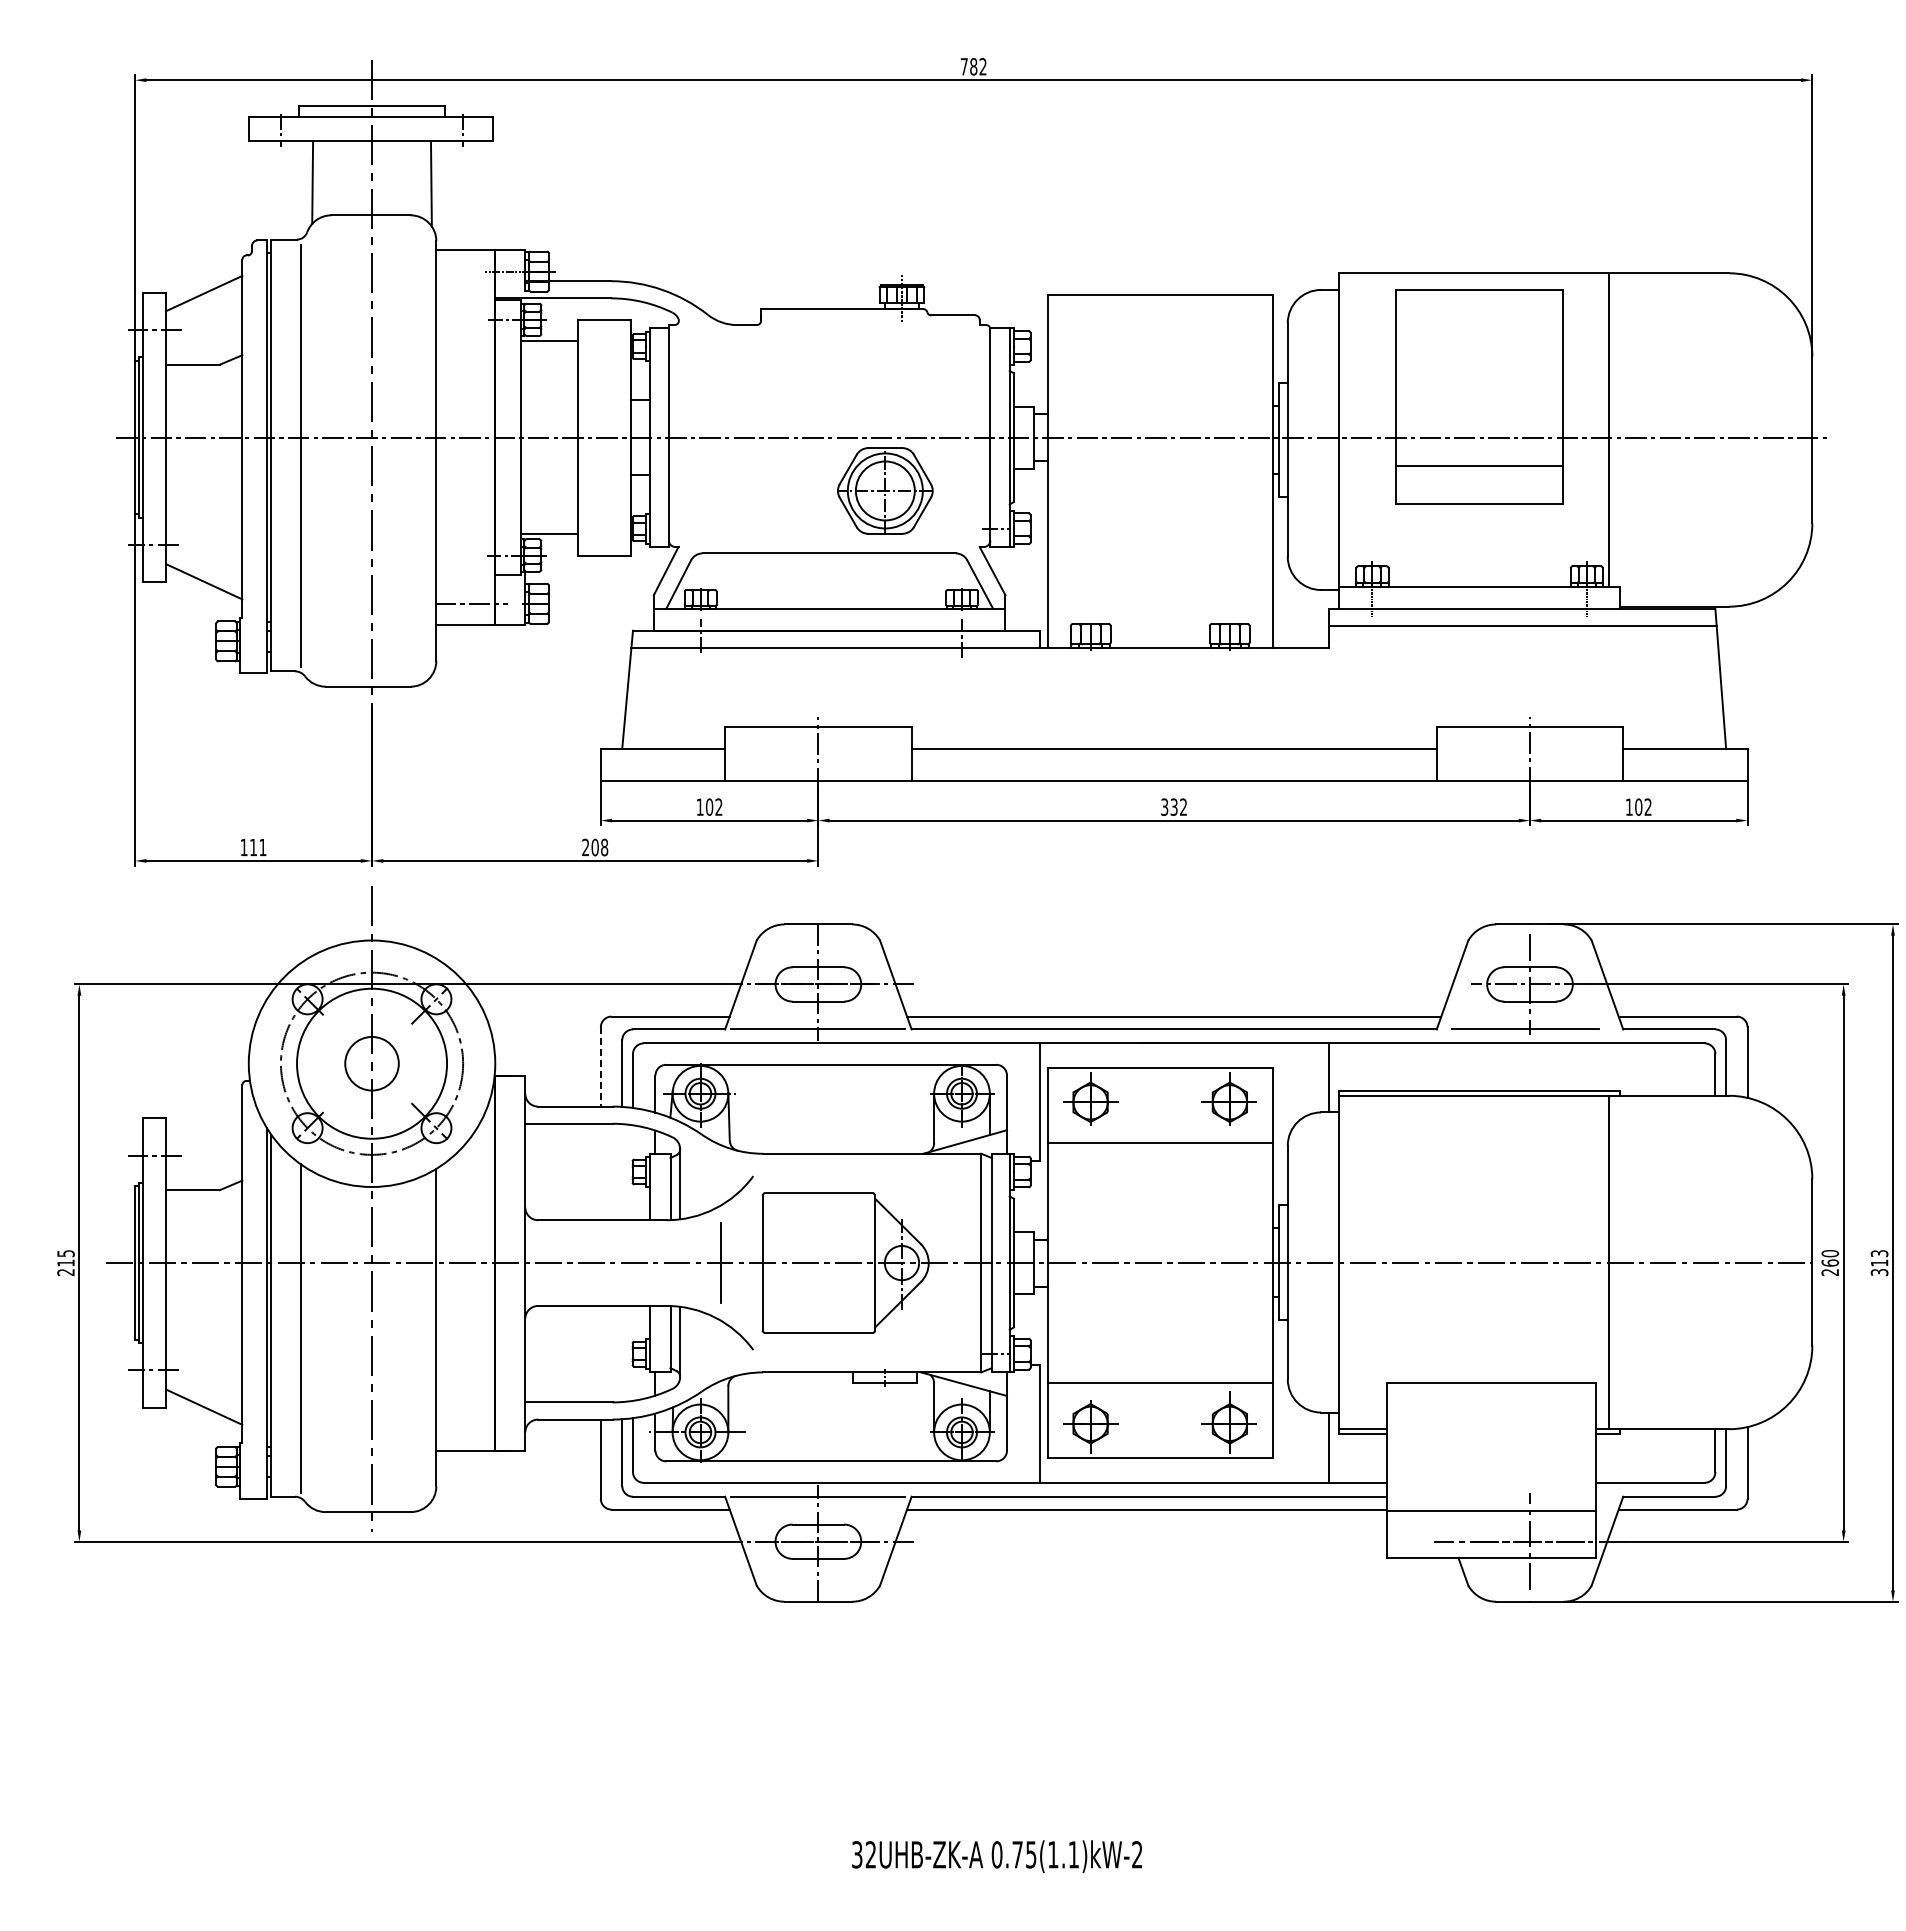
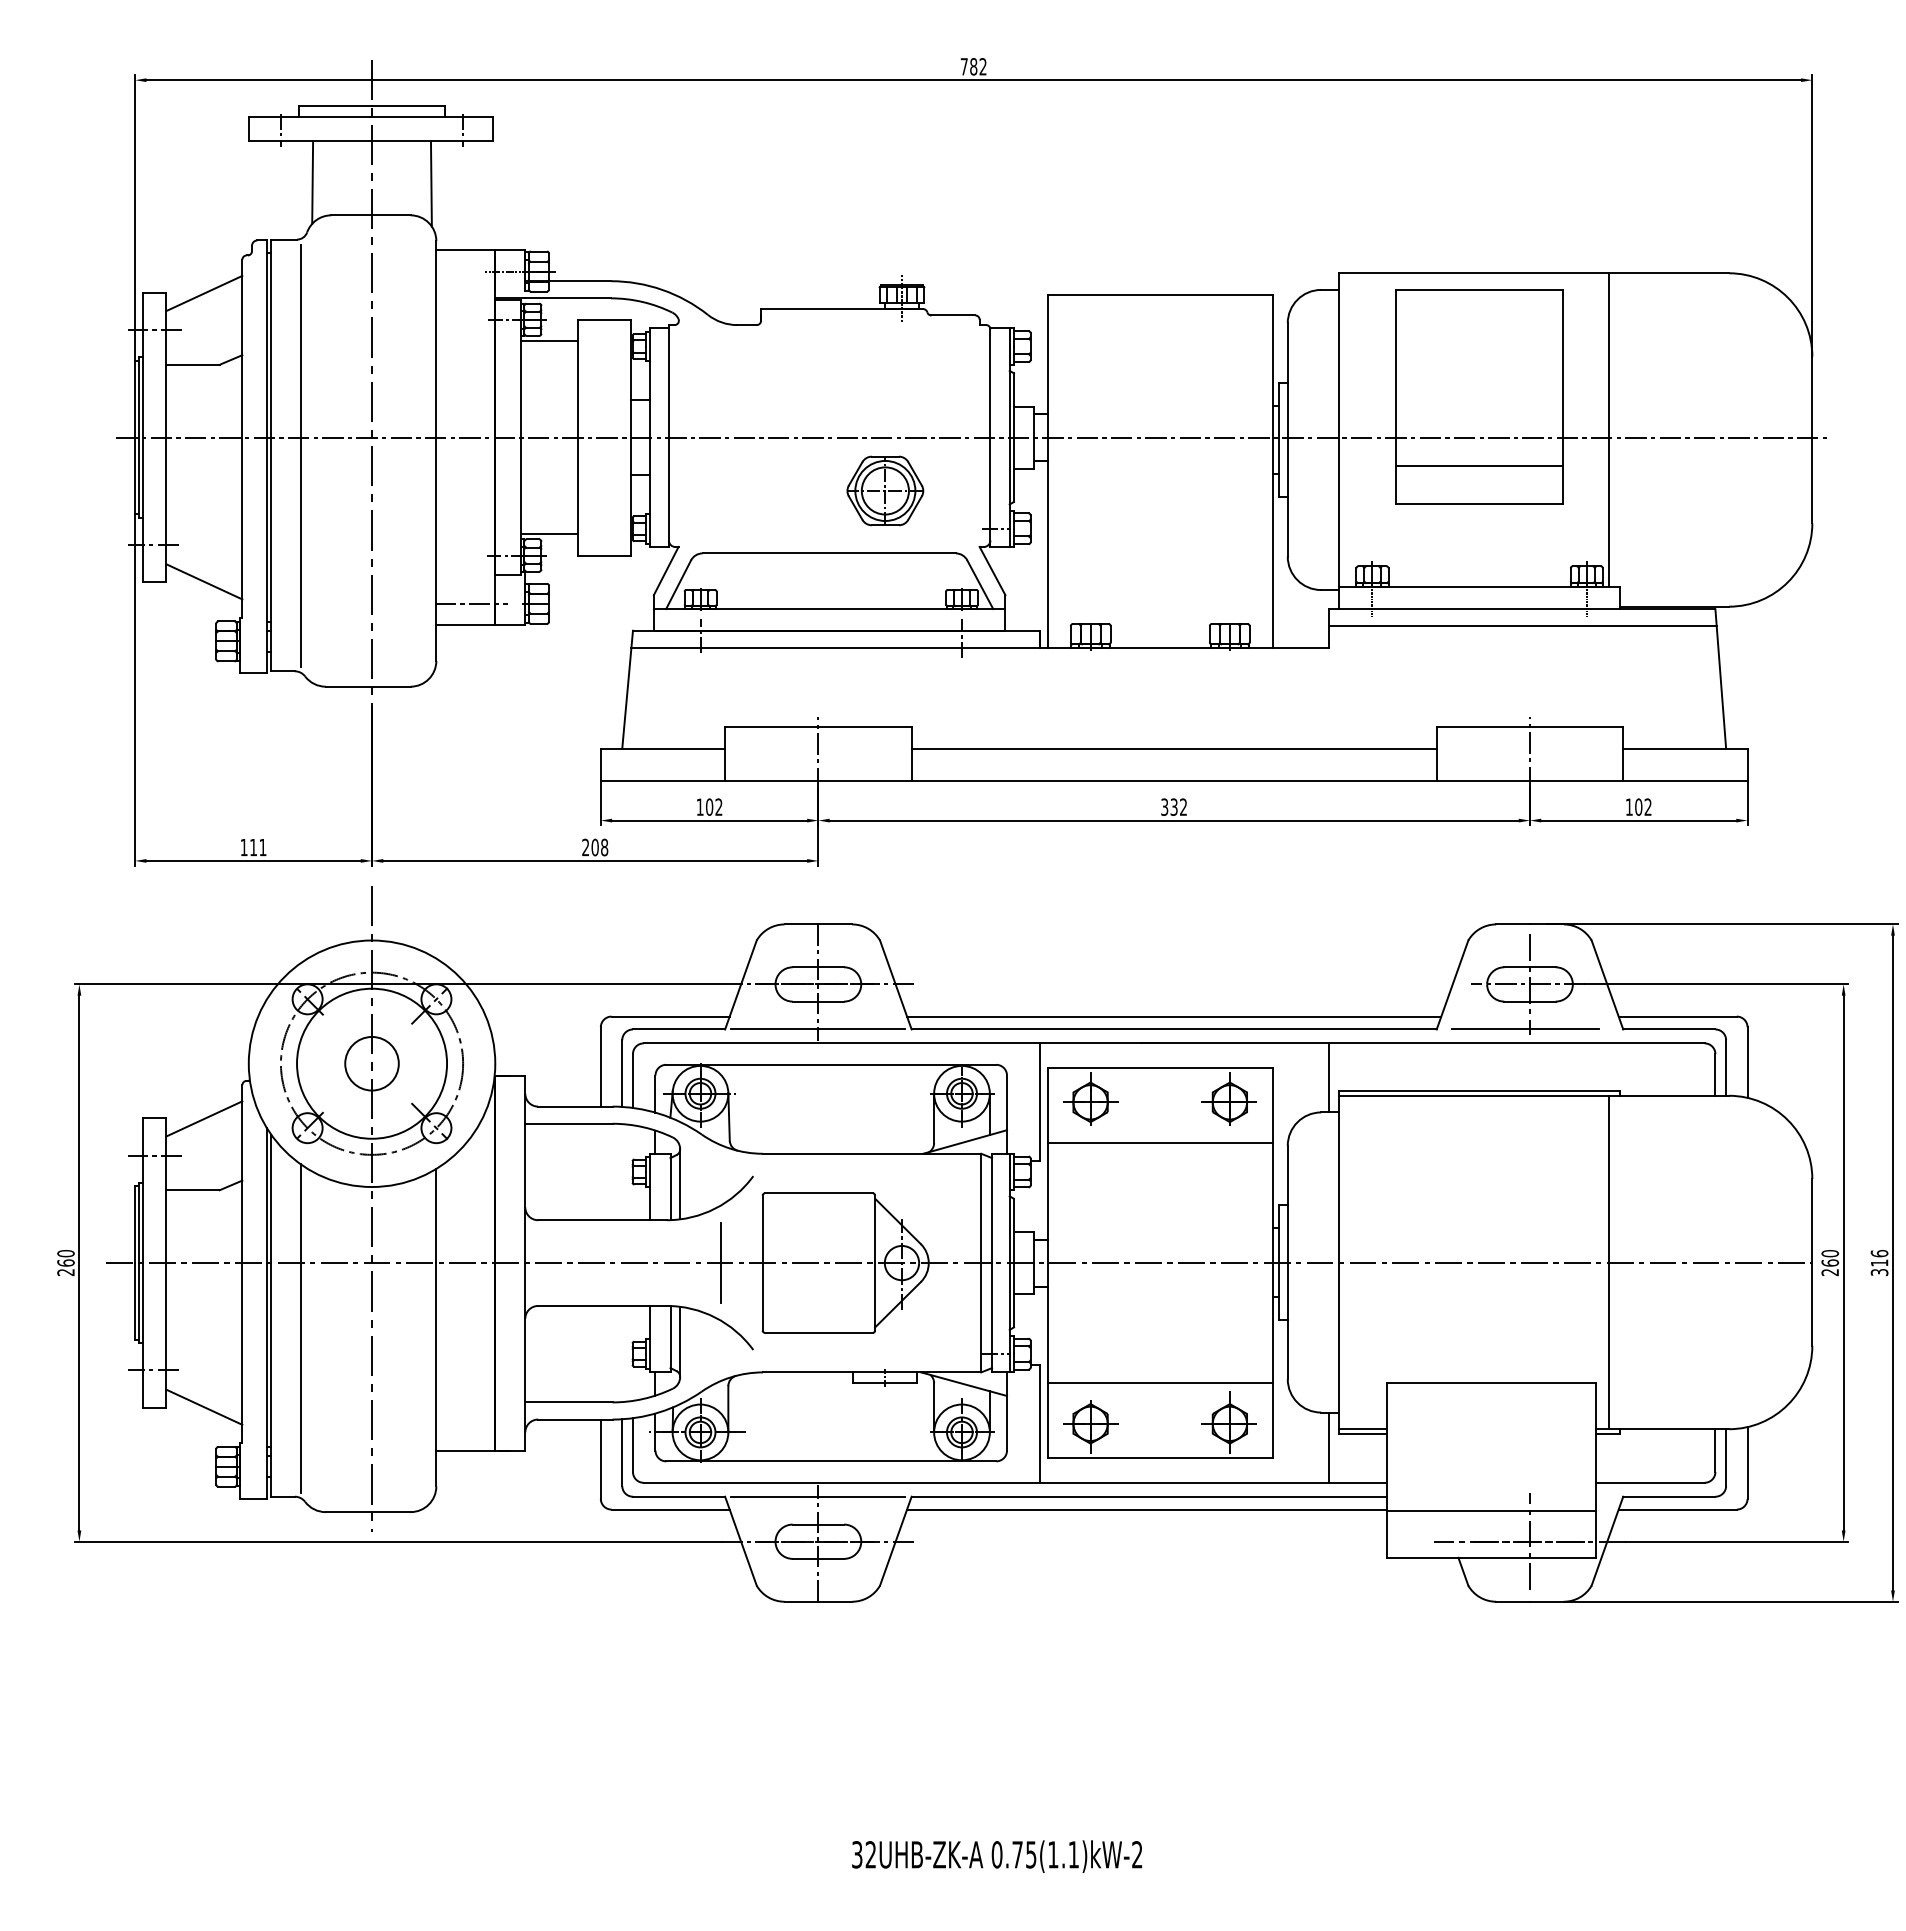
part at (885, 490) size: 97x88 px -> 79x72 px
line at (600, 1066): dashed -> solid
line at (204, 1118): none -> present
text at (1879, 1253): 313 -> 316
text at (65, 1258): 215 -> 260
